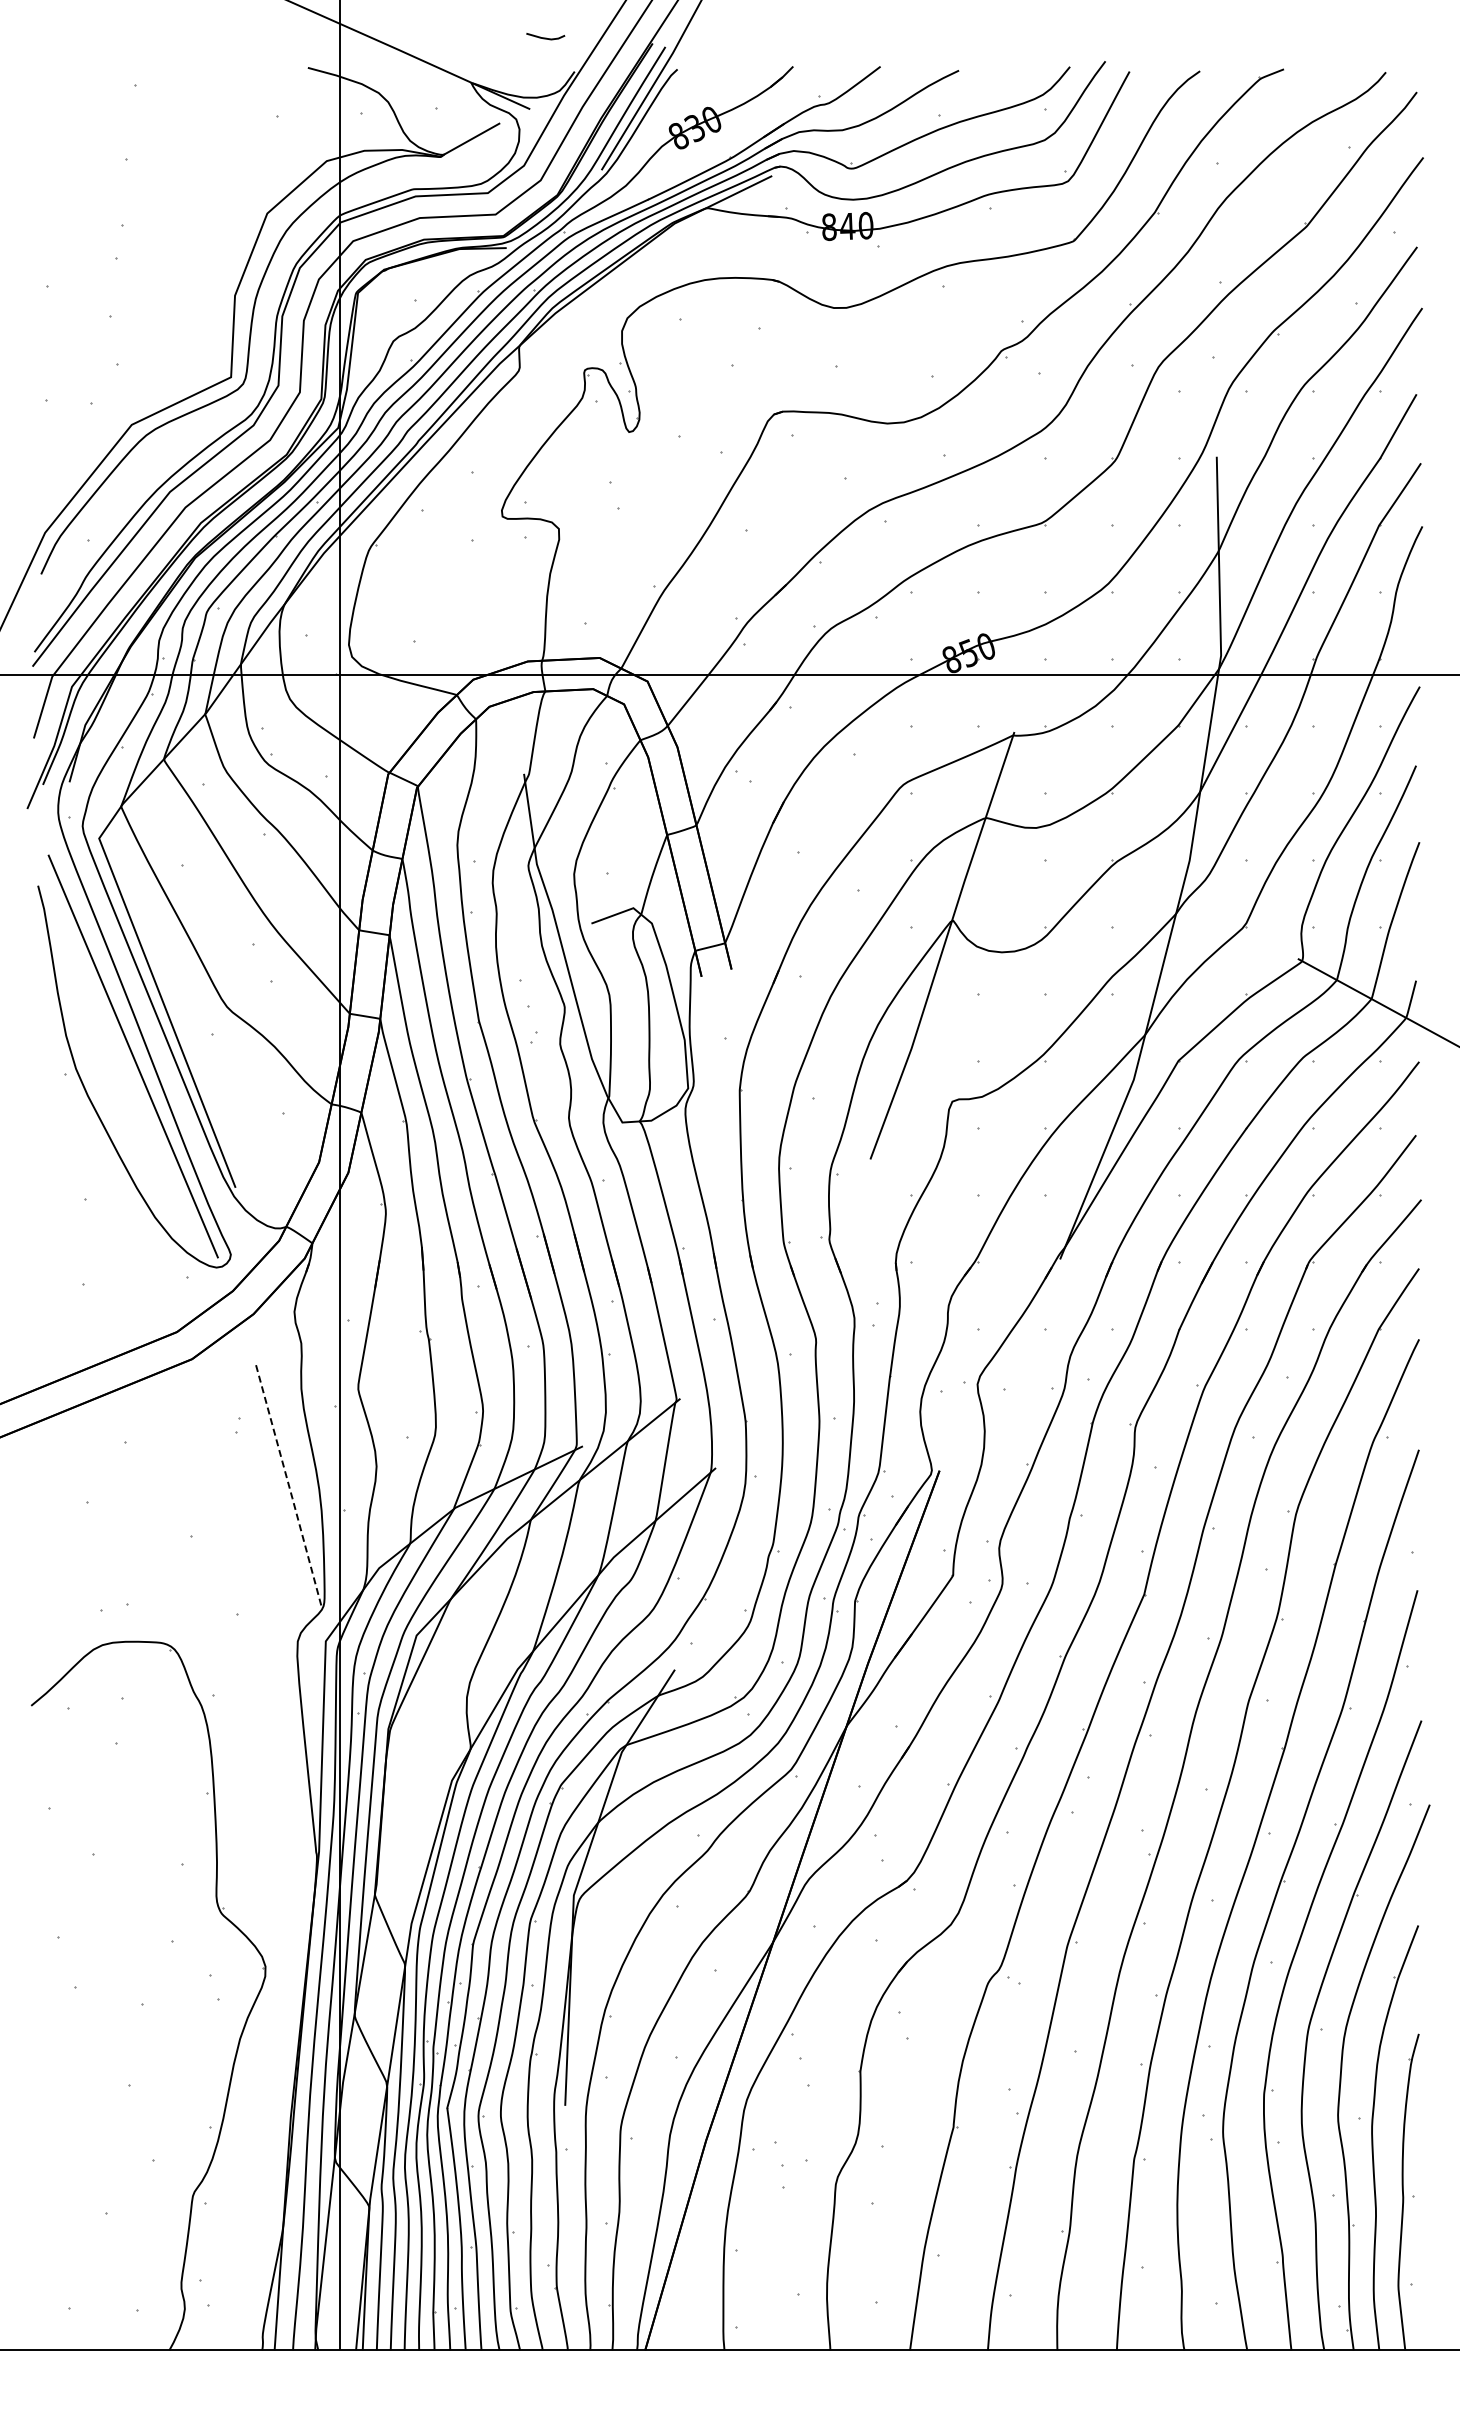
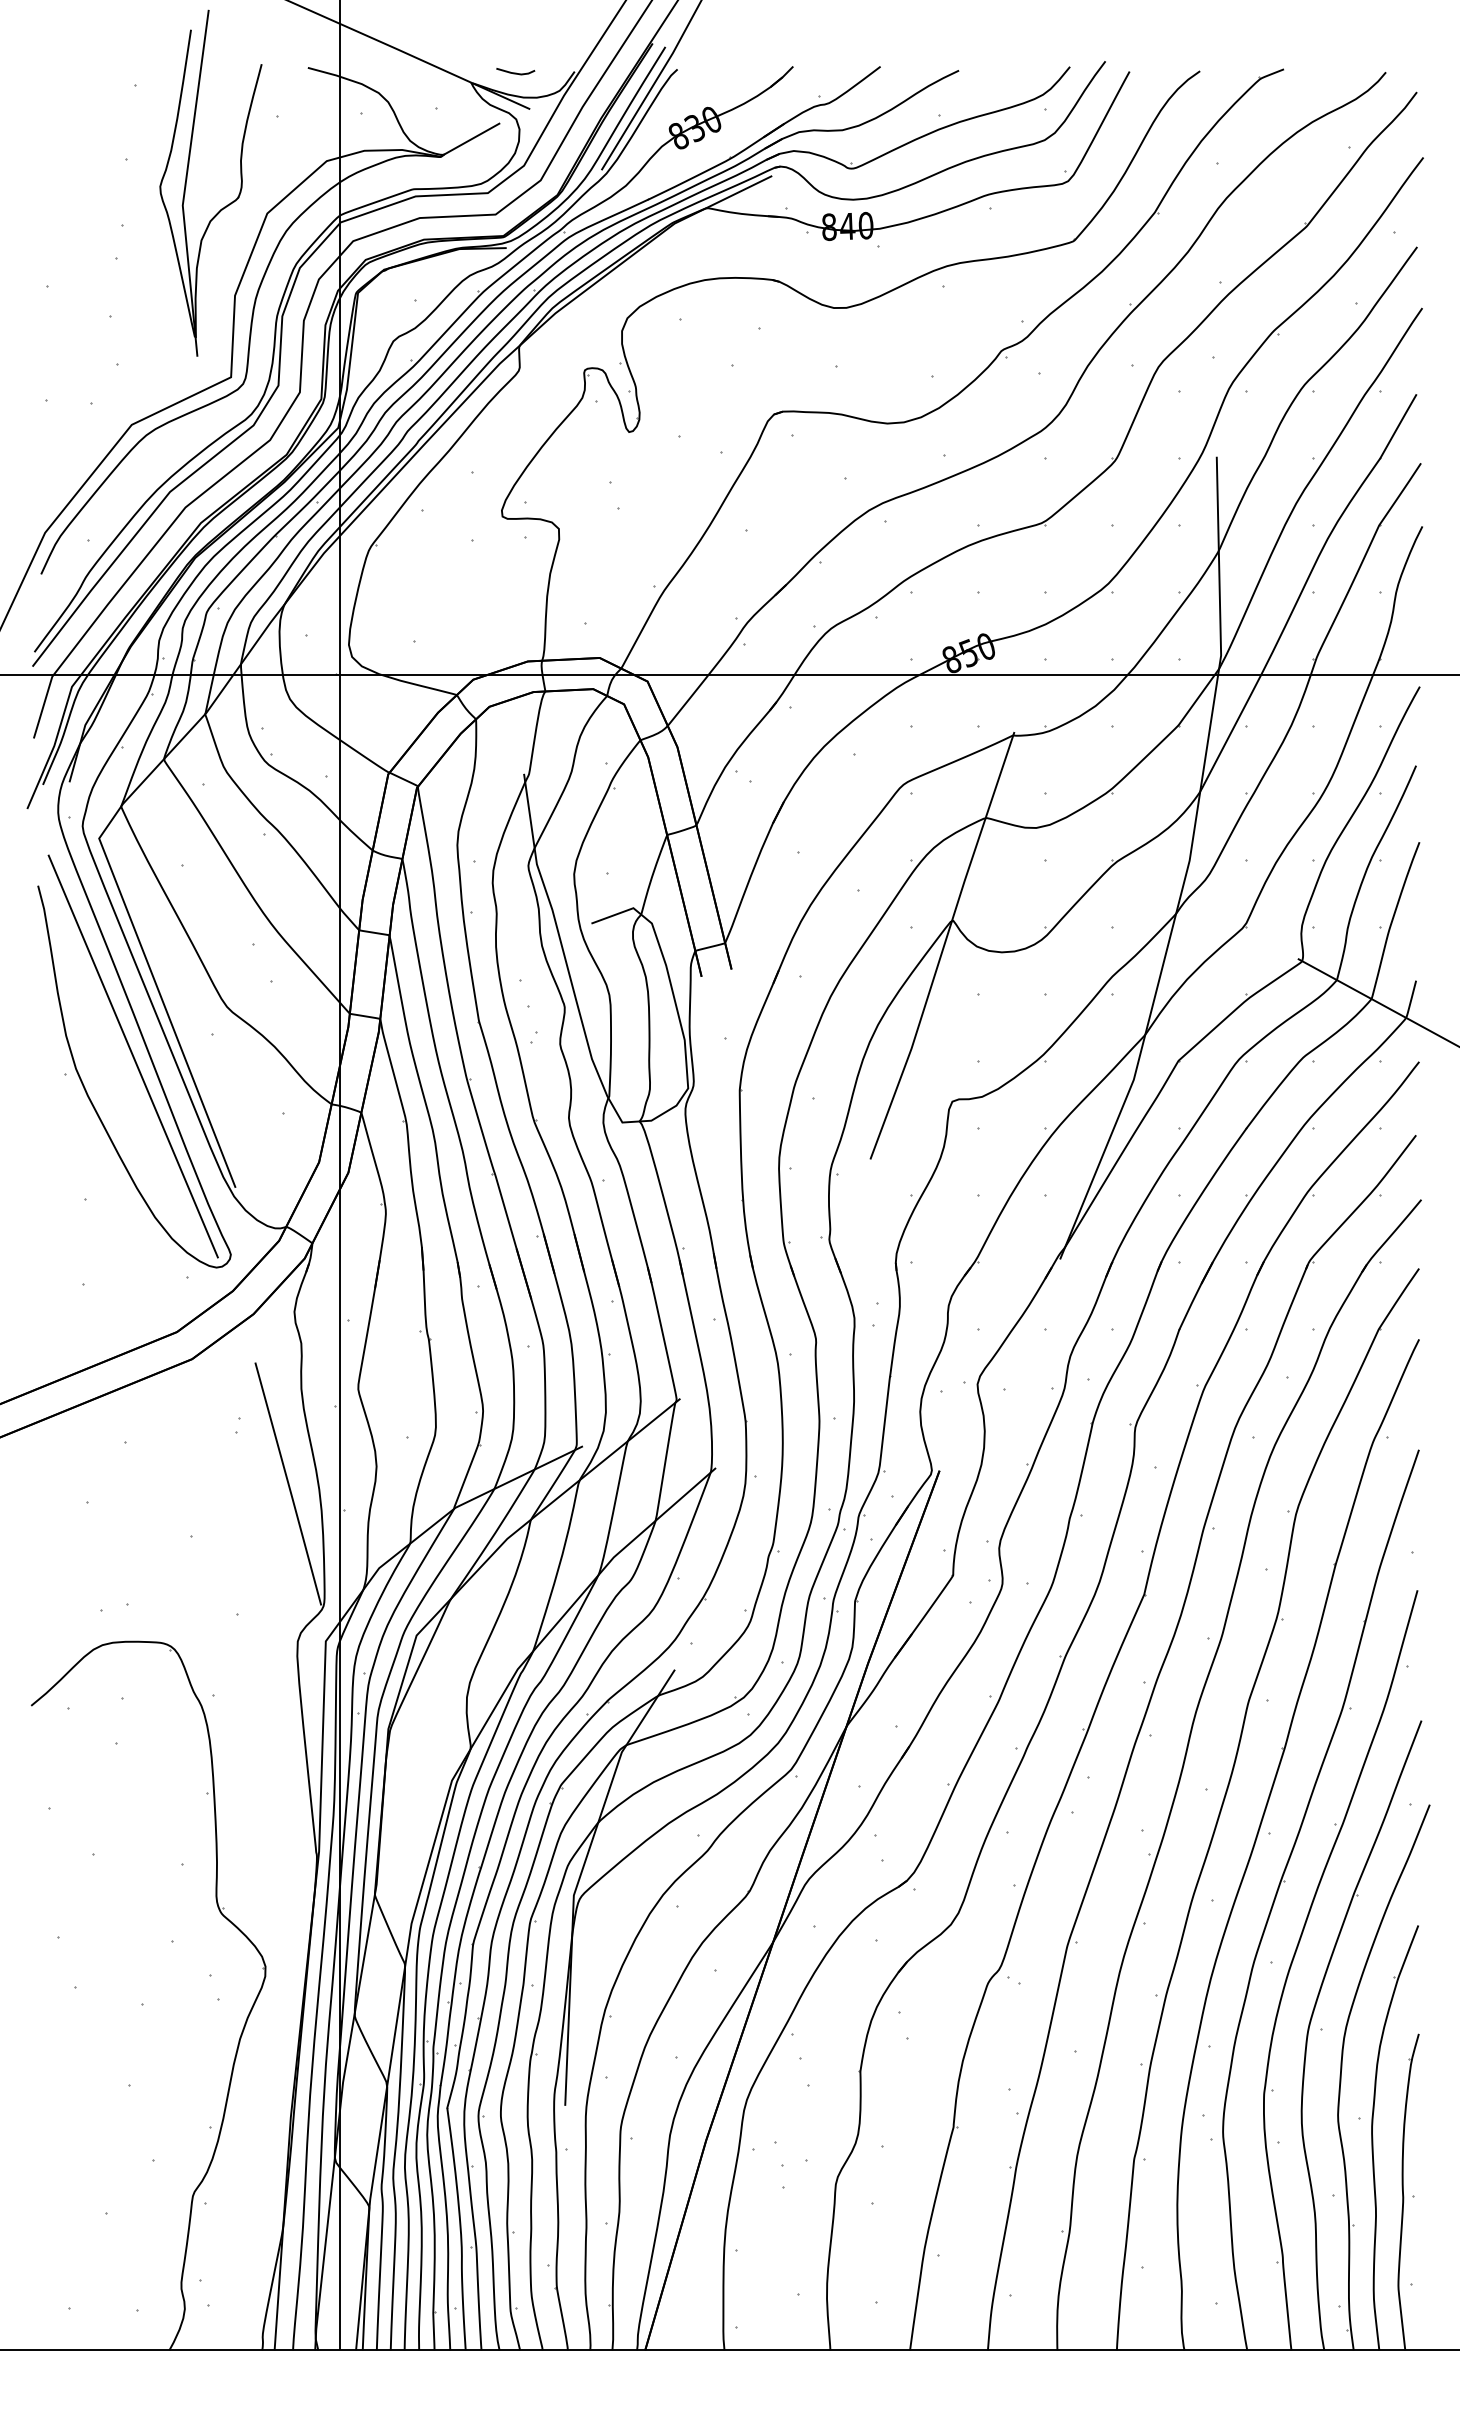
line at (545, 37) position: (545, 37) -> (515, 72)
part at (187, 179): none -> present
line at (288, 1484): dashed -> solid
